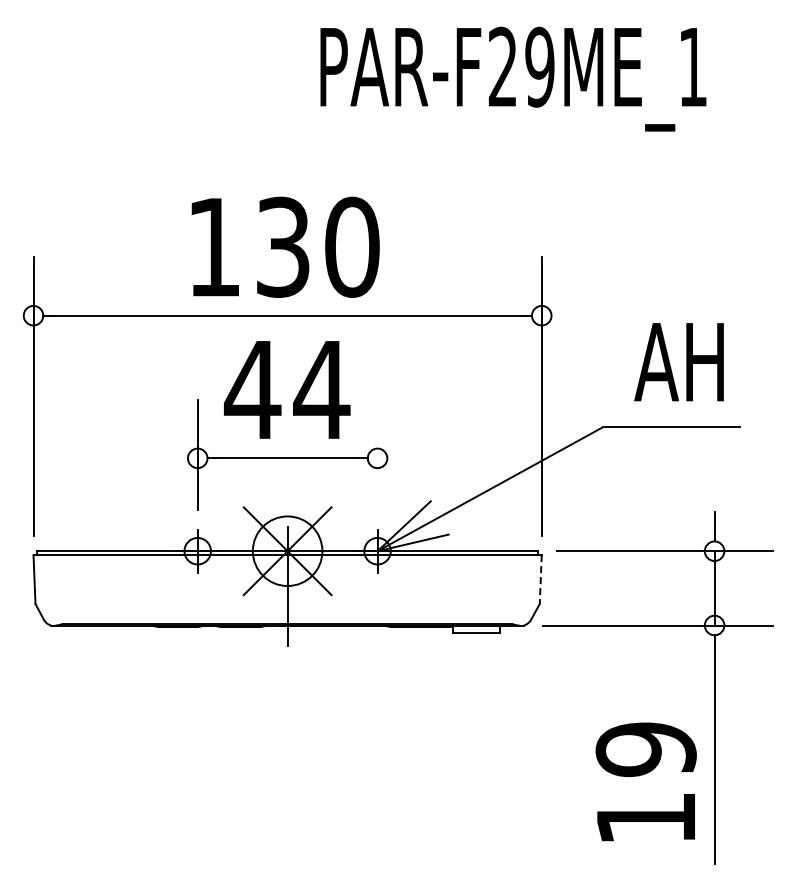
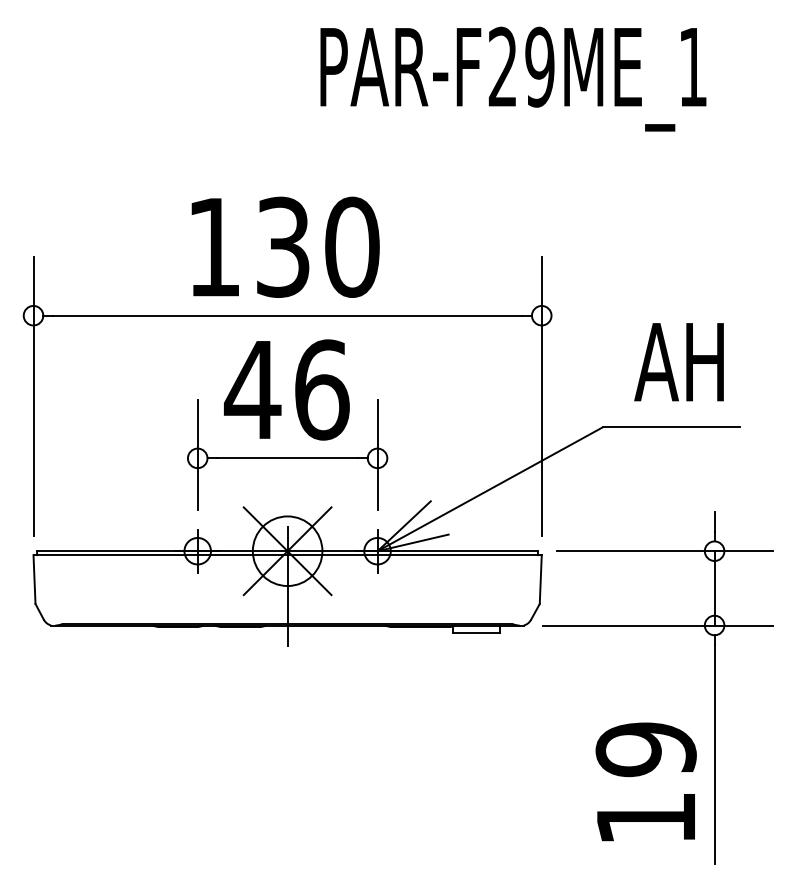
text at (321, 389): 44 -> 46
line at (377, 454): none -> present
line at (540, 580): dashed -> solid
